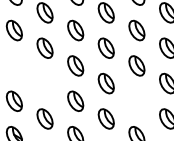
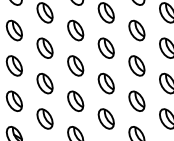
part at (13, 65): none -> present
part at (44, 83): none -> present
part at (136, 100): none -> present
